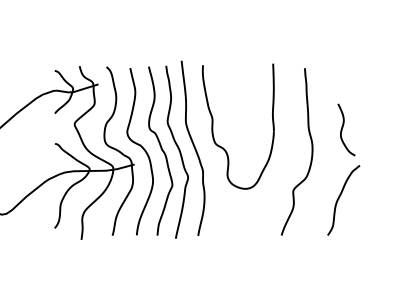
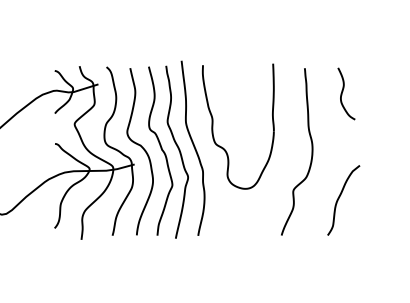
curve at (343, 127) position: (343, 127) -> (343, 91)
